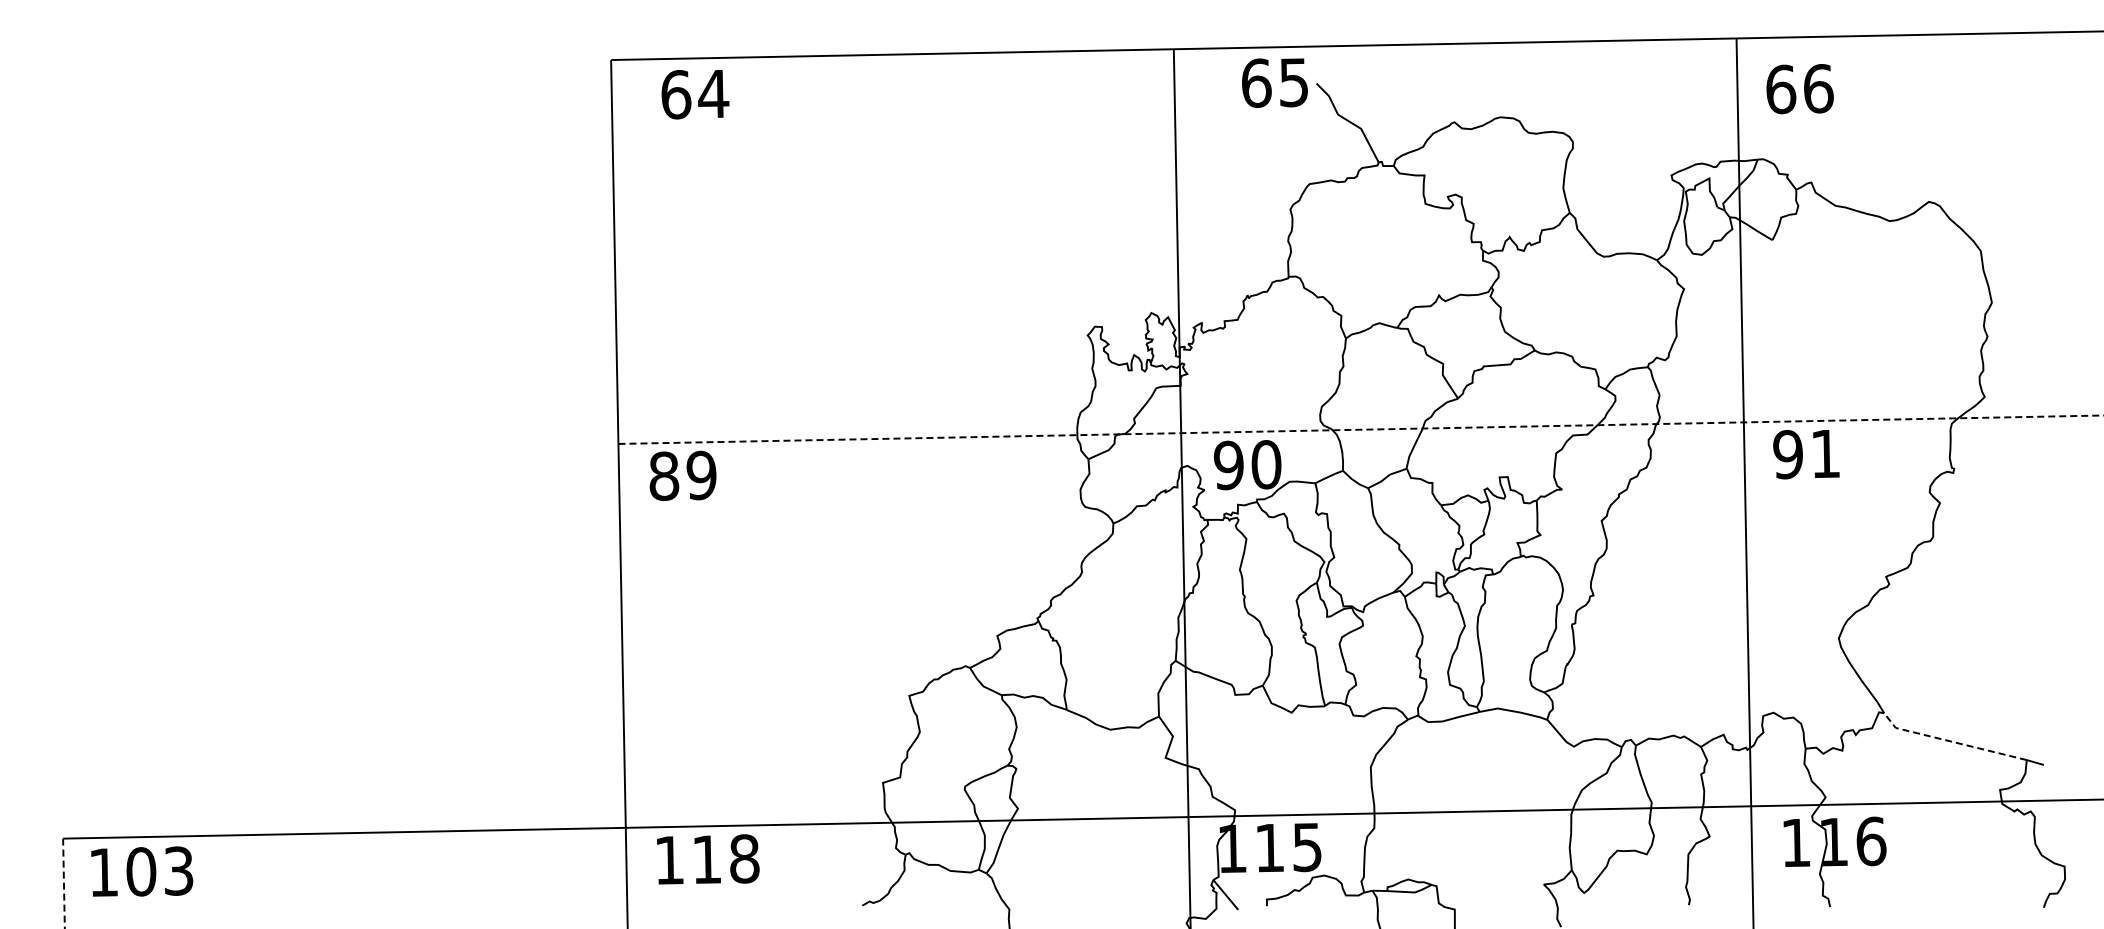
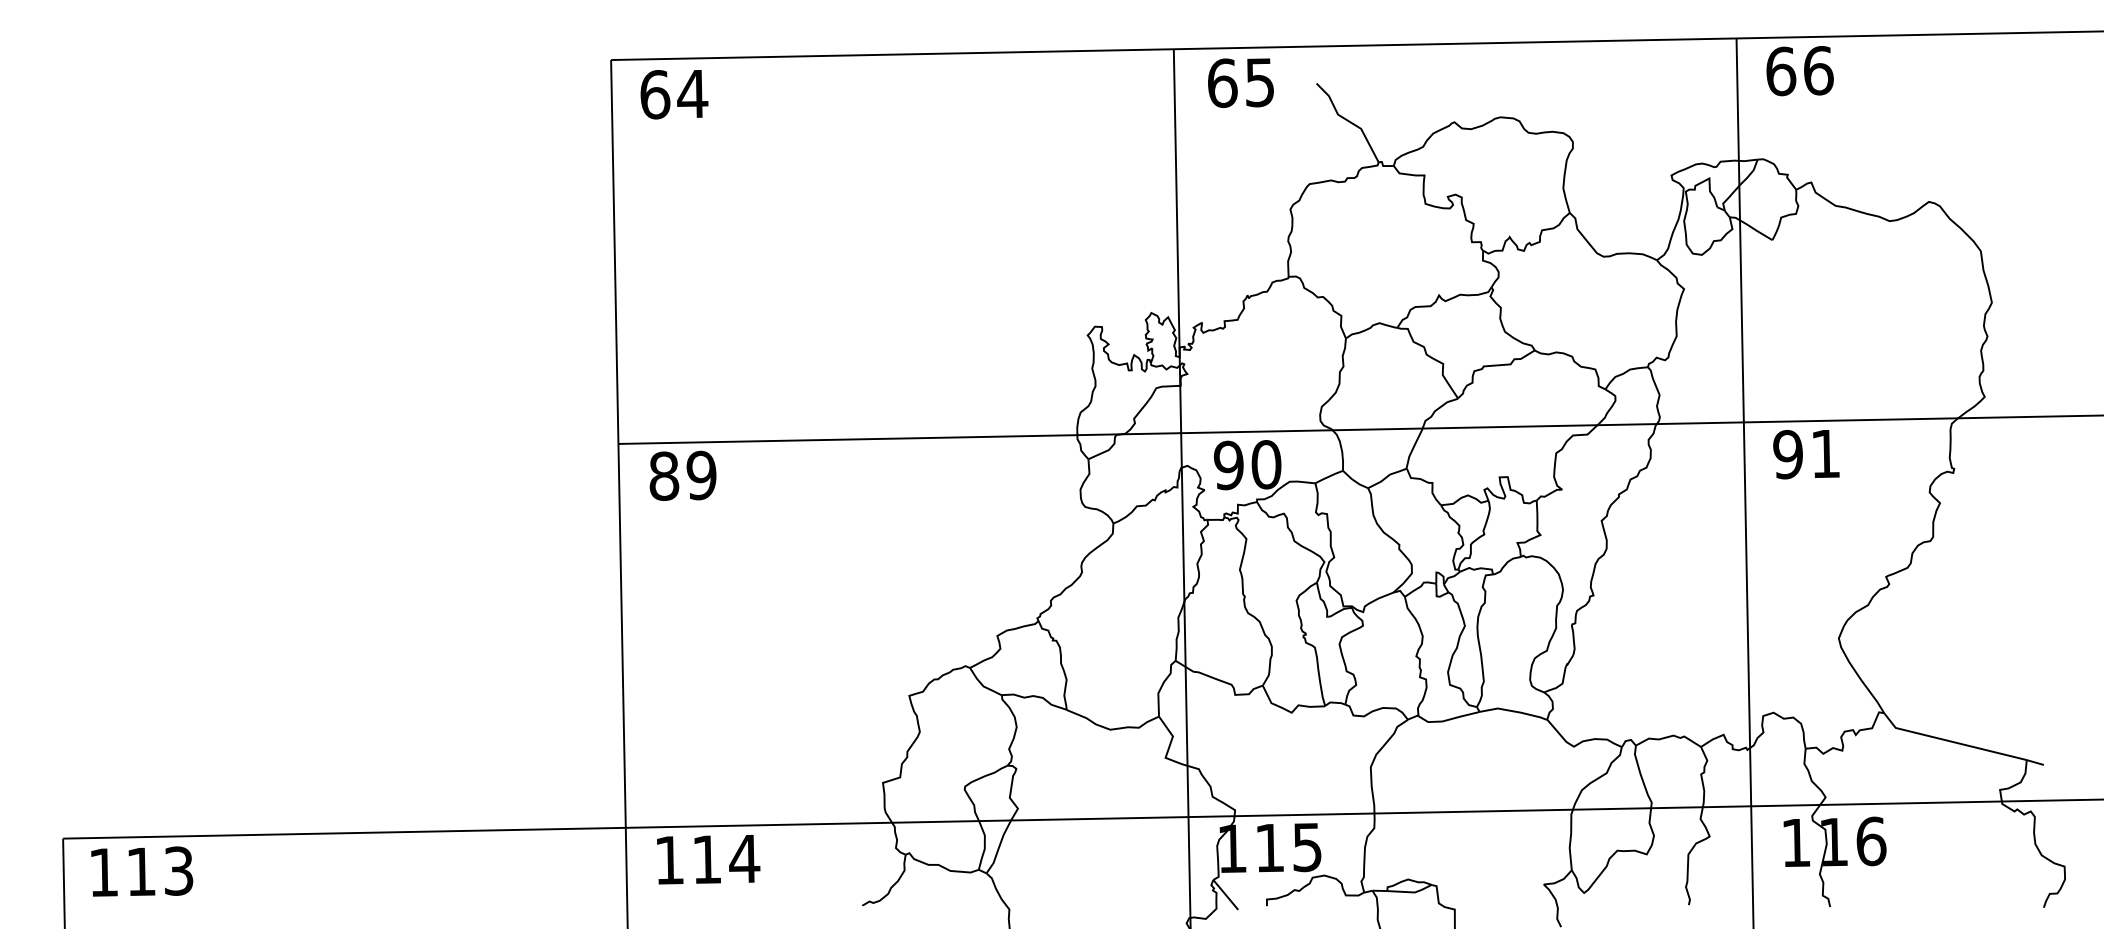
text at (1274, 82) position: (1274, 82) -> (1240, 82)
text at (1799, 89) position: (1799, 89) -> (1799, 71)
text at (695, 94) position: (695, 94) -> (674, 94)
line at (1361, 429): dashed -> solid
line at (1951, 741): dashed -> solid
text at (744, 858): 118 -> 114
text at (141, 871): 103 -> 113
line at (63, 883): dashed -> solid
